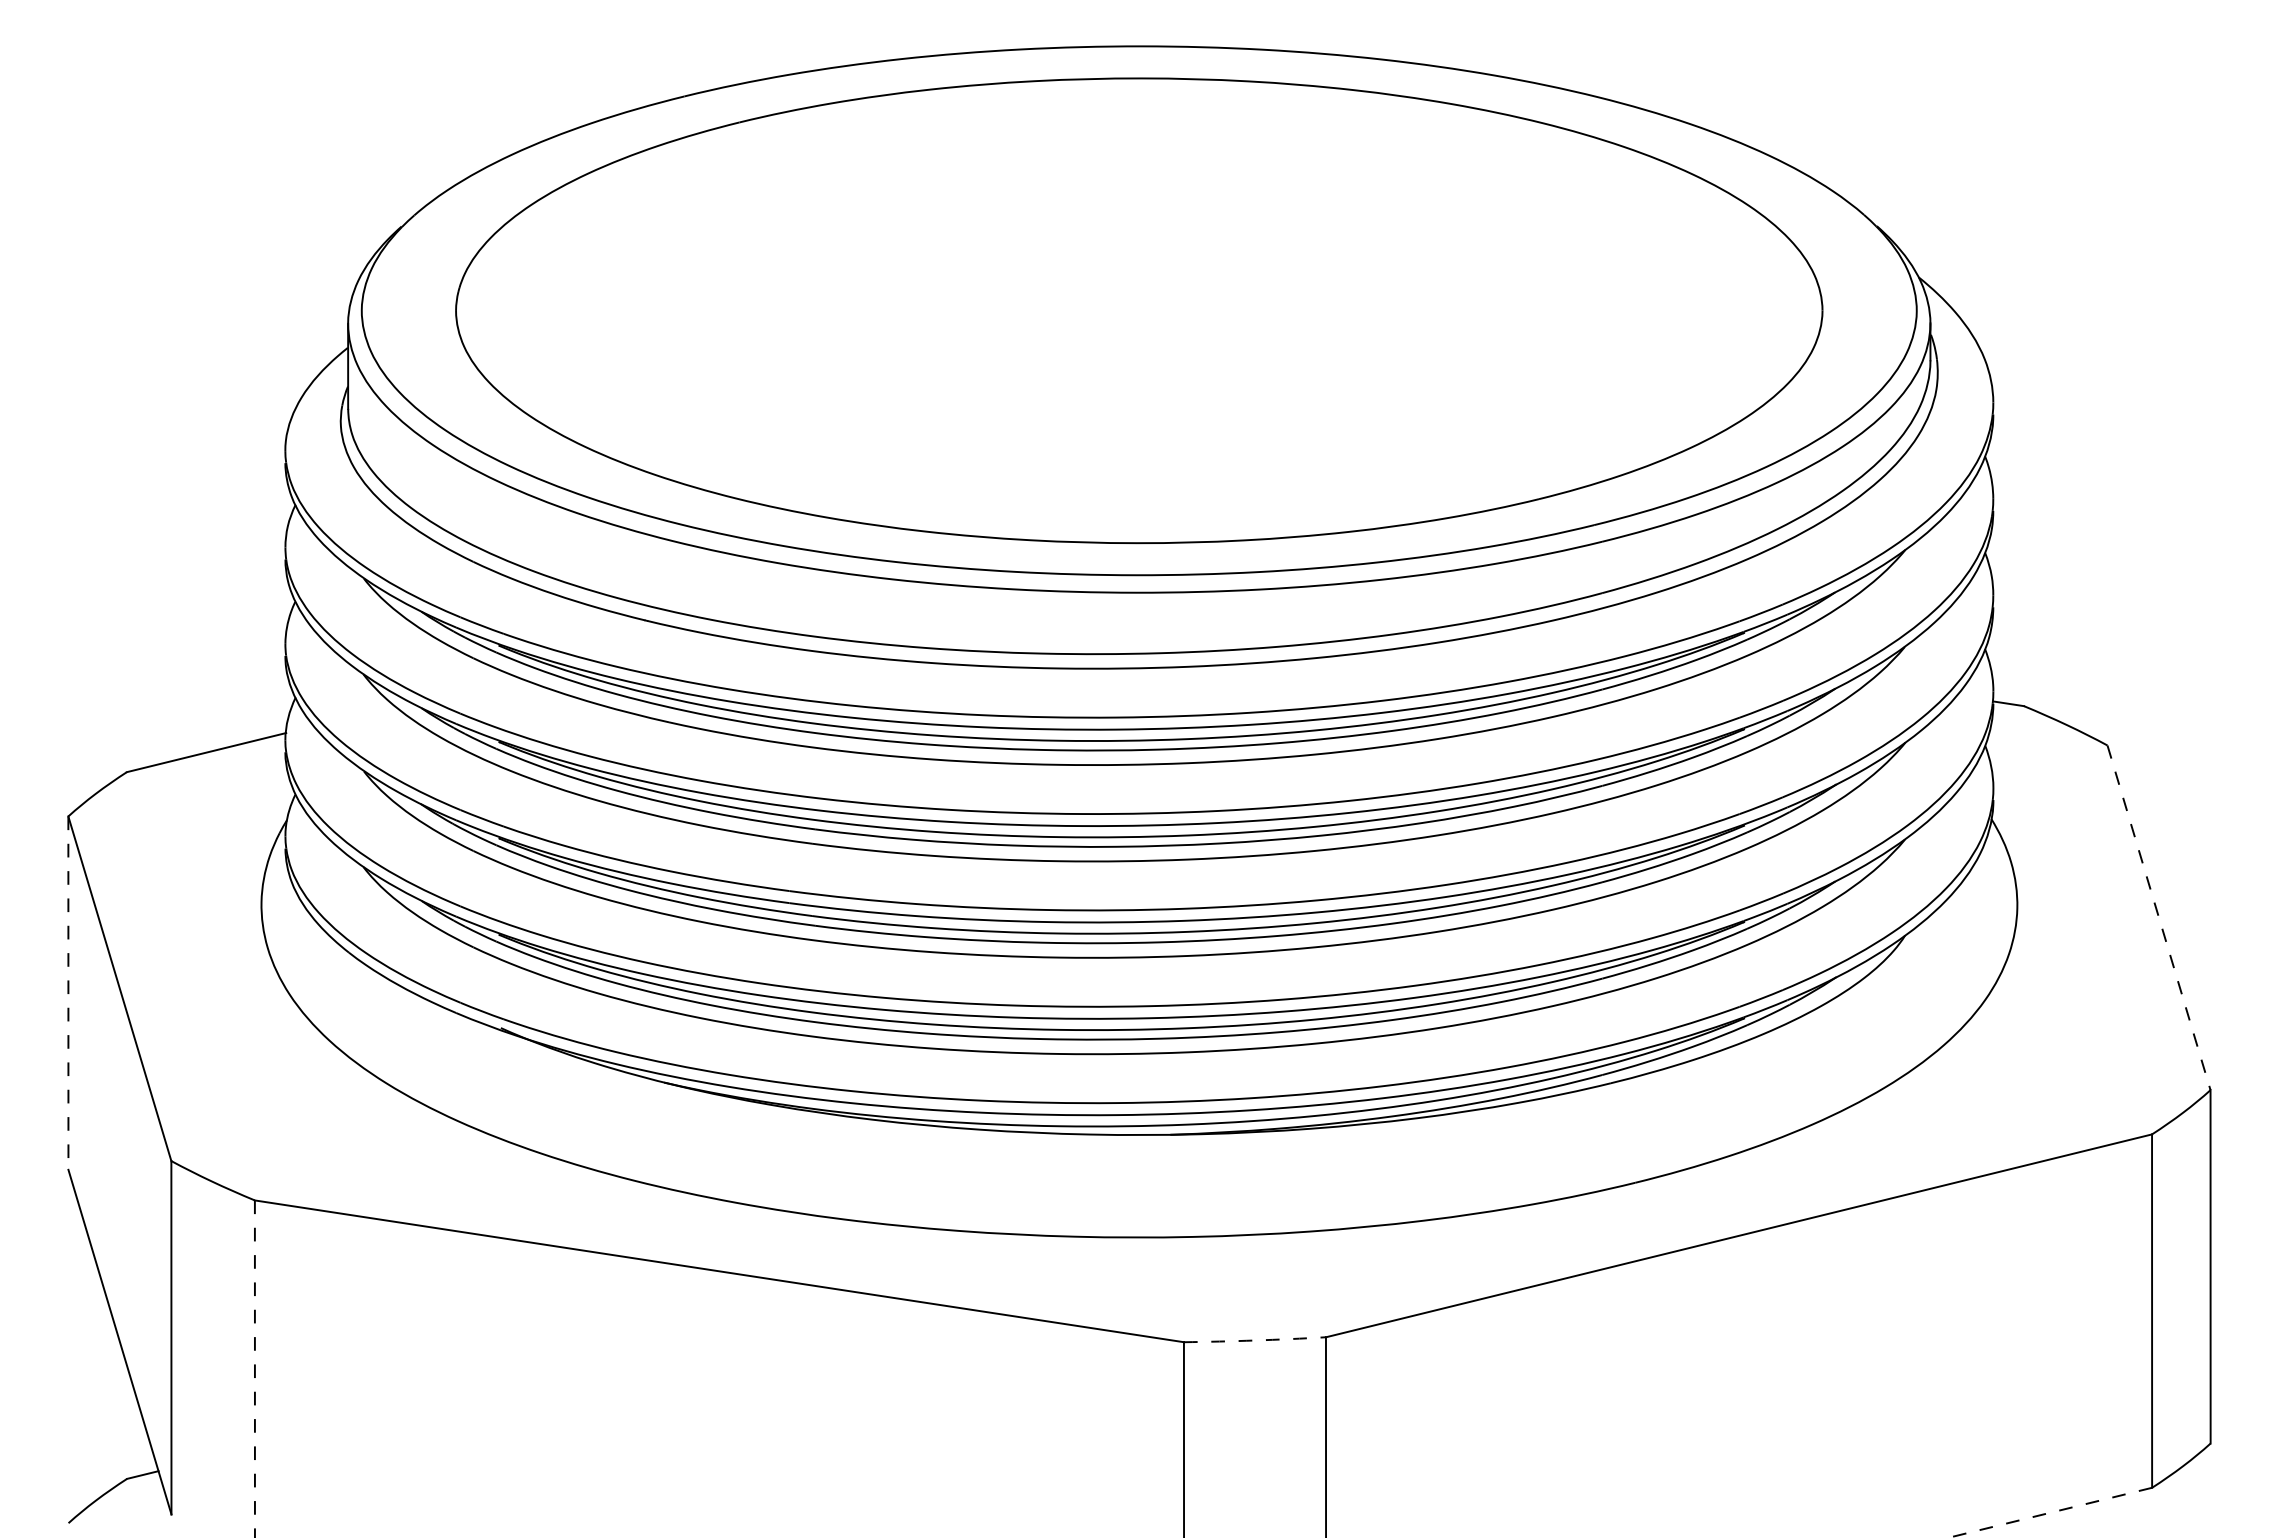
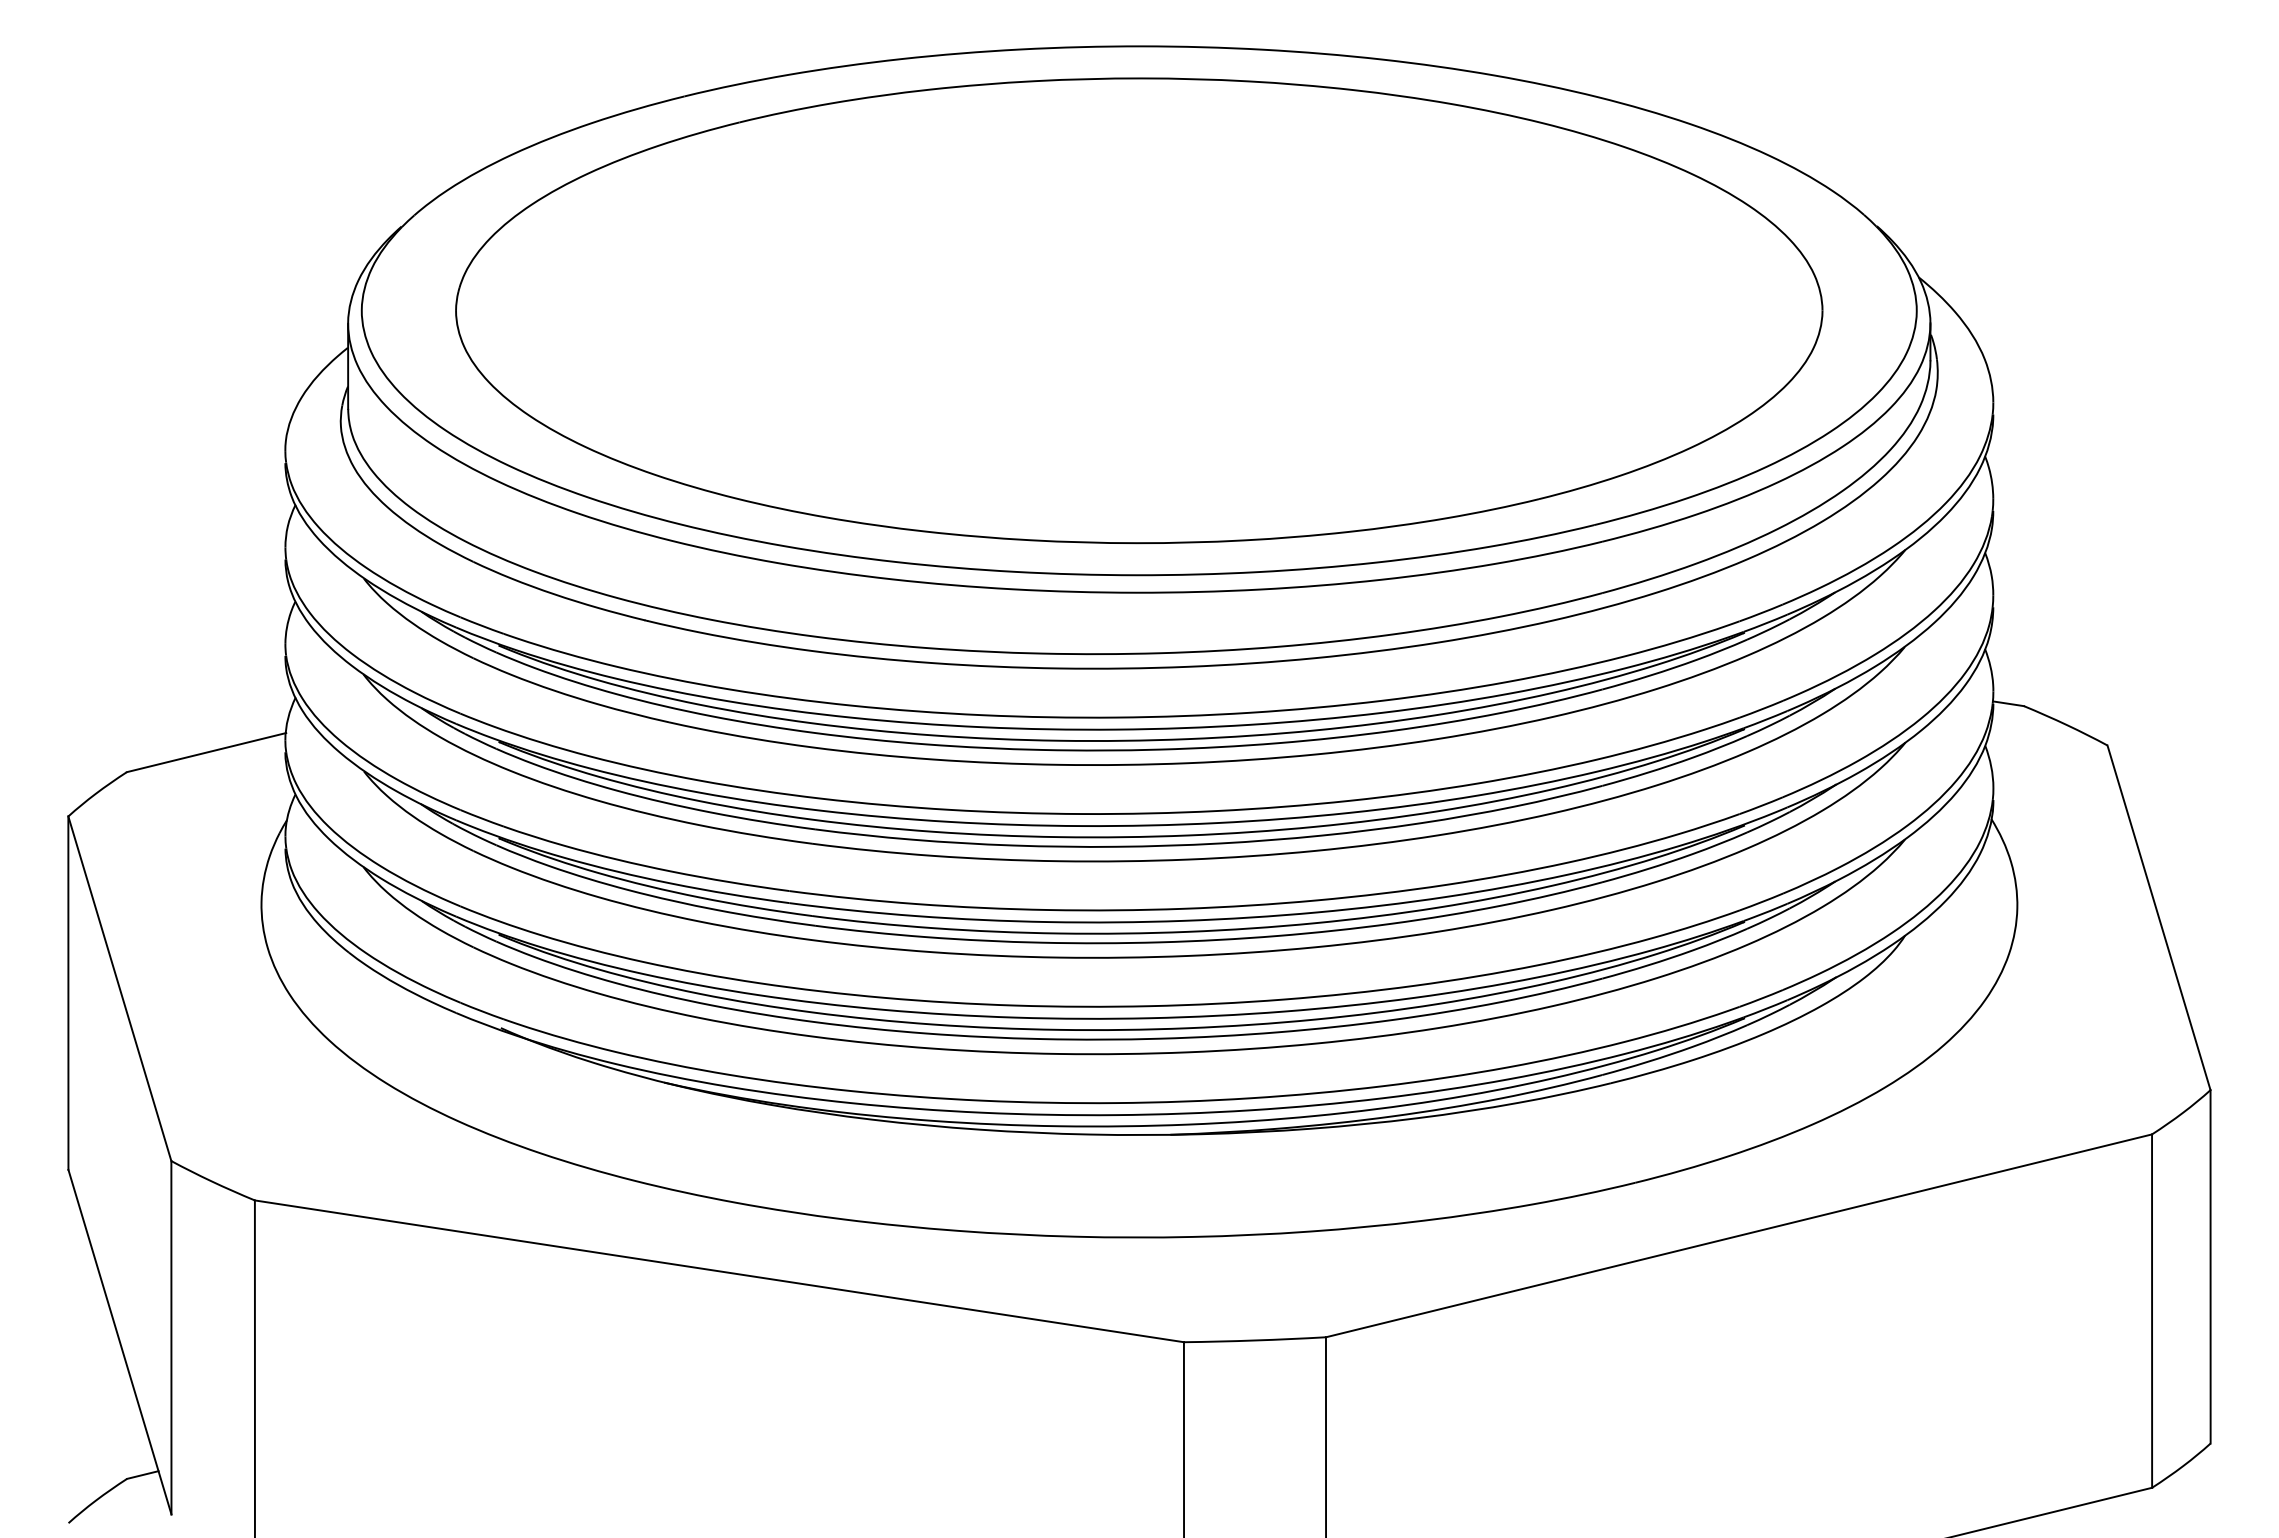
line at (2159, 917): dashed -> solid
line at (68, 993): dashed -> solid
arc at (1255, 1340): dashed -> solid
line at (254, 1369): dashed -> solid
line at (2050, 1512): dashed -> solid
